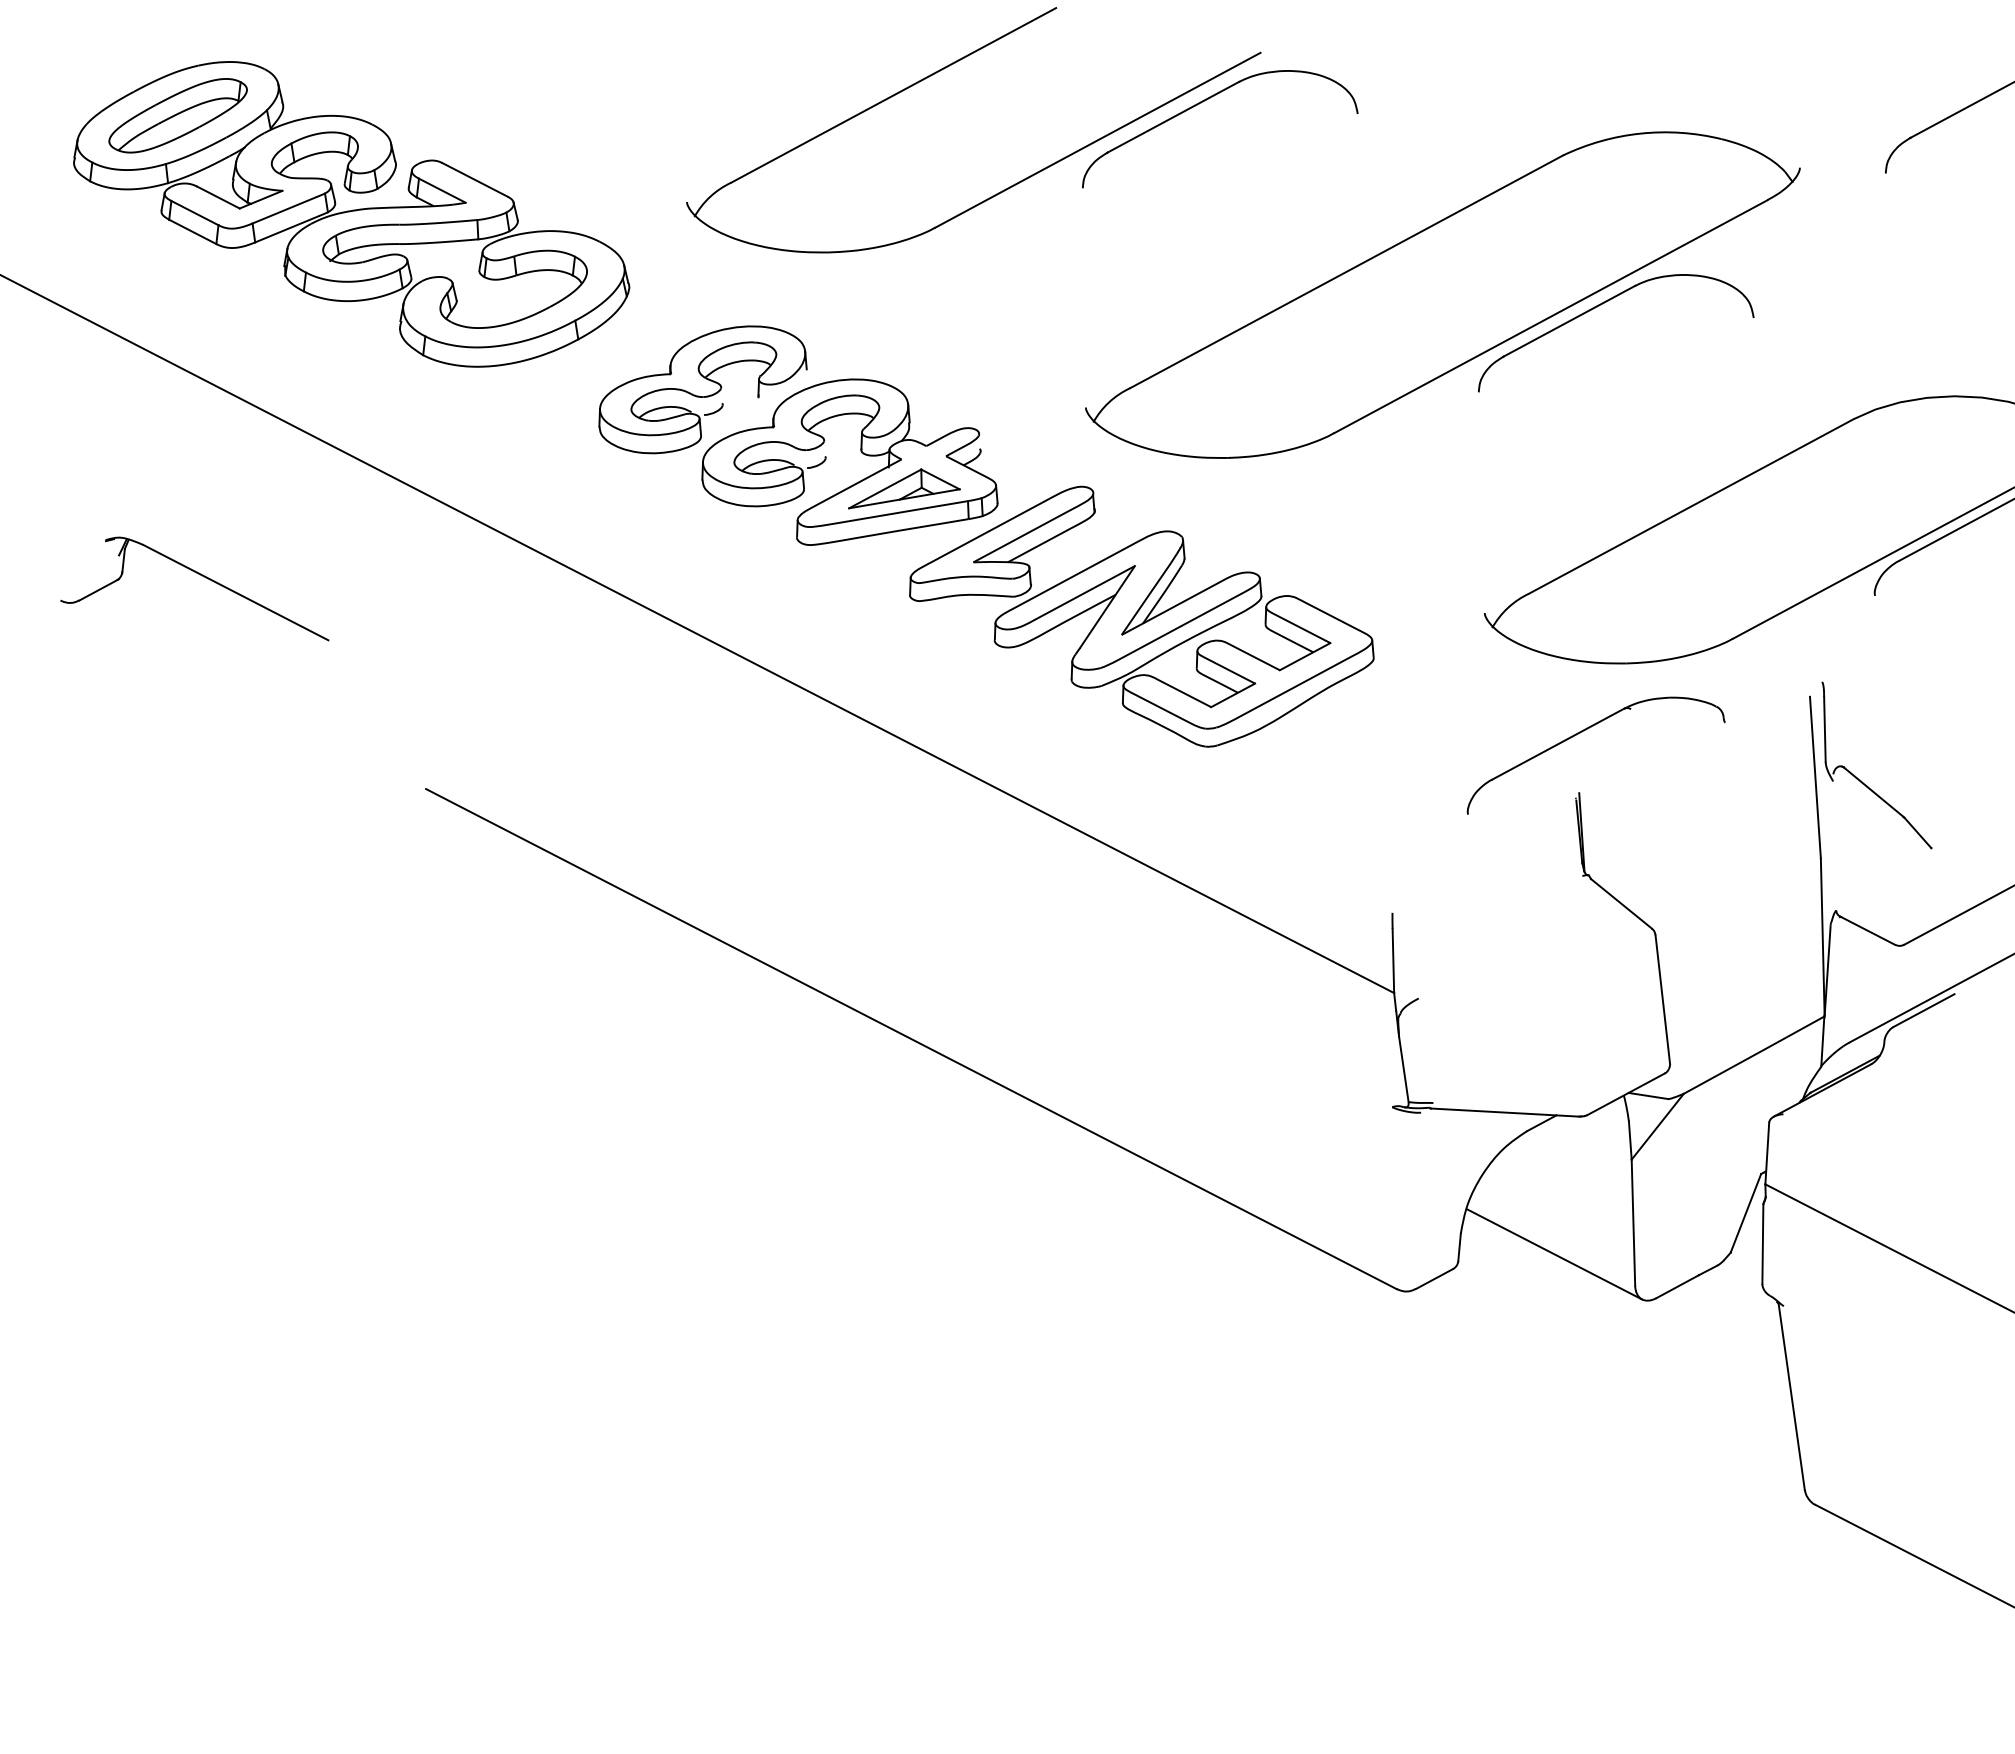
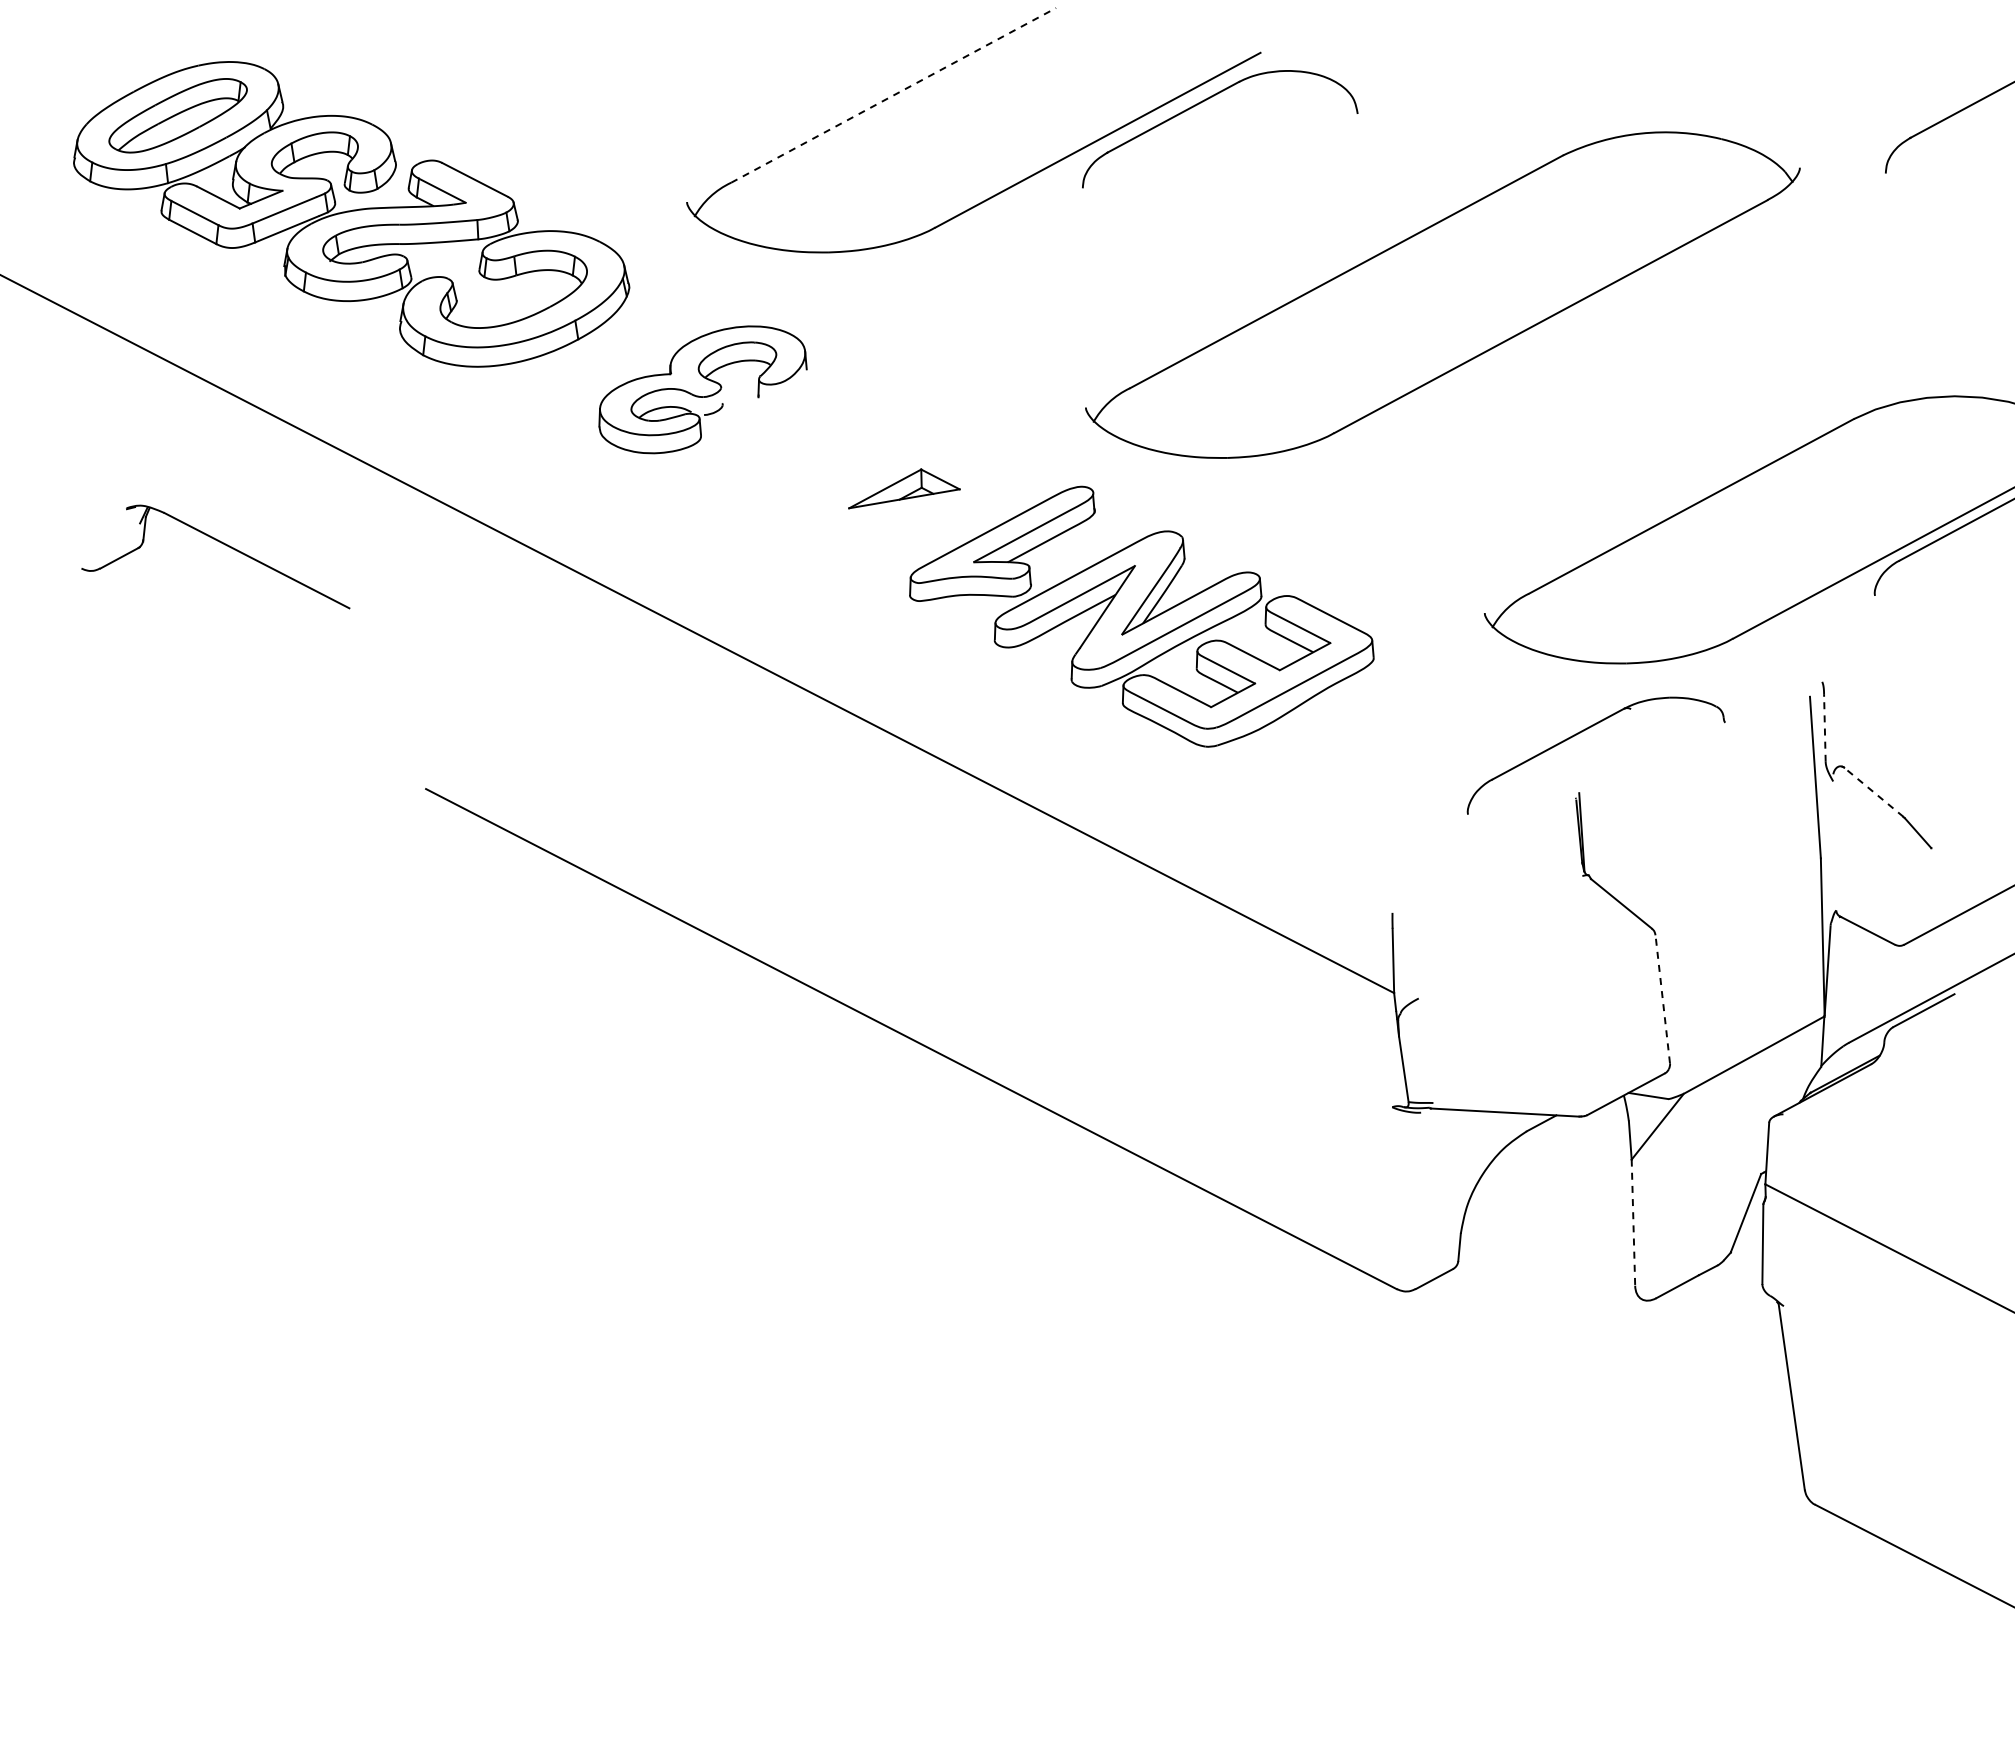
line at (894, 95): solid -> dashed
part at (1599, 306): present -> none
part at (861, 453): present -> none
part at (200, 575) position: (200, 575) -> (221, 543)
line at (1824, 729): solid -> dashed
line at (1873, 792): solid -> dashed
line at (1662, 998): solid -> dashed
line at (1633, 1223): solid -> dashed
line at (1554, 1254): present -> none
